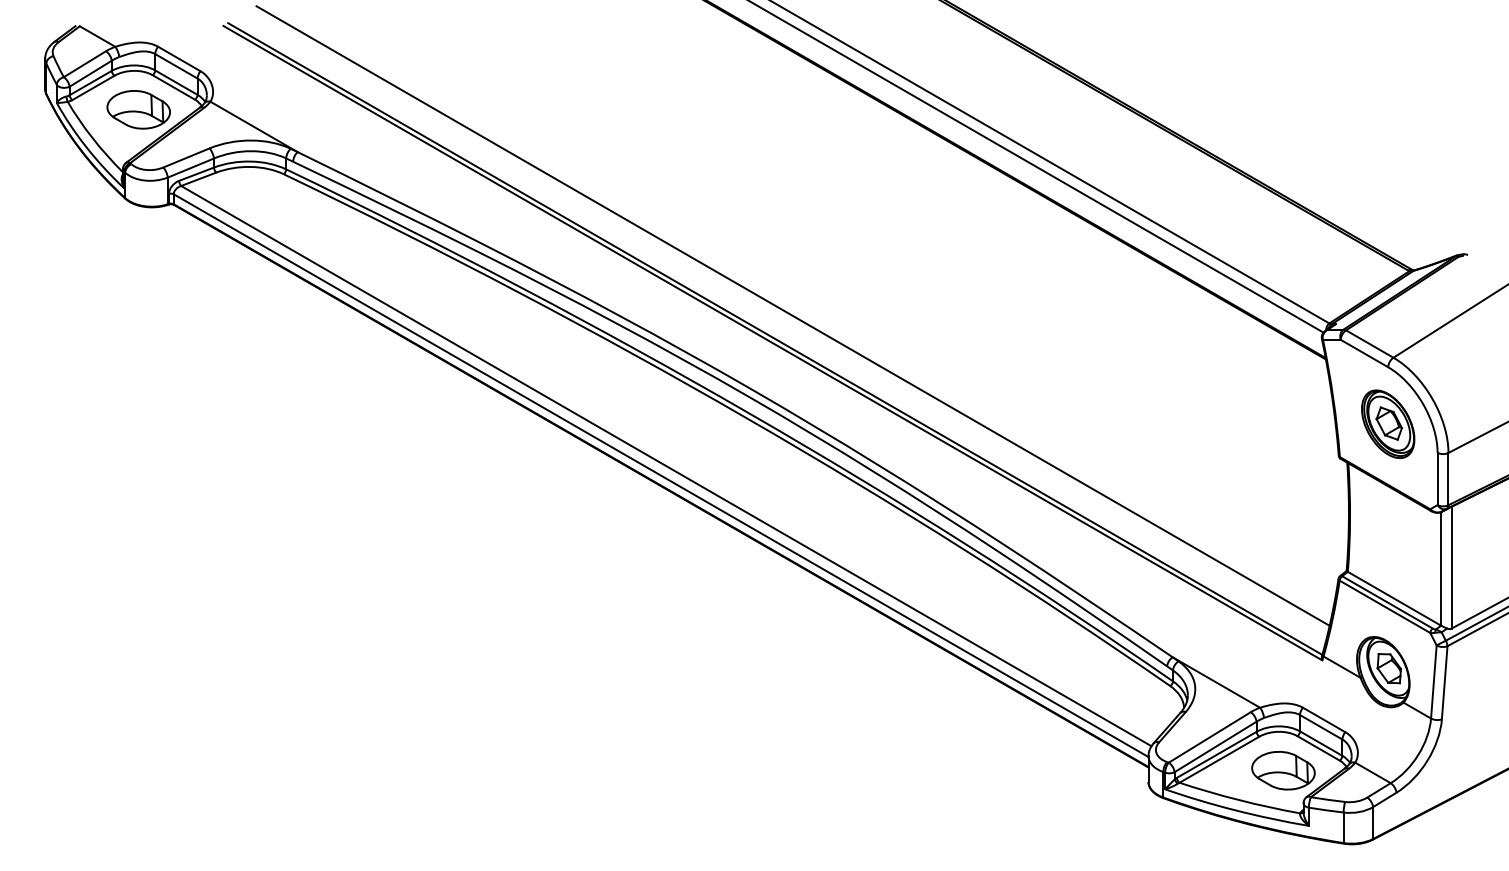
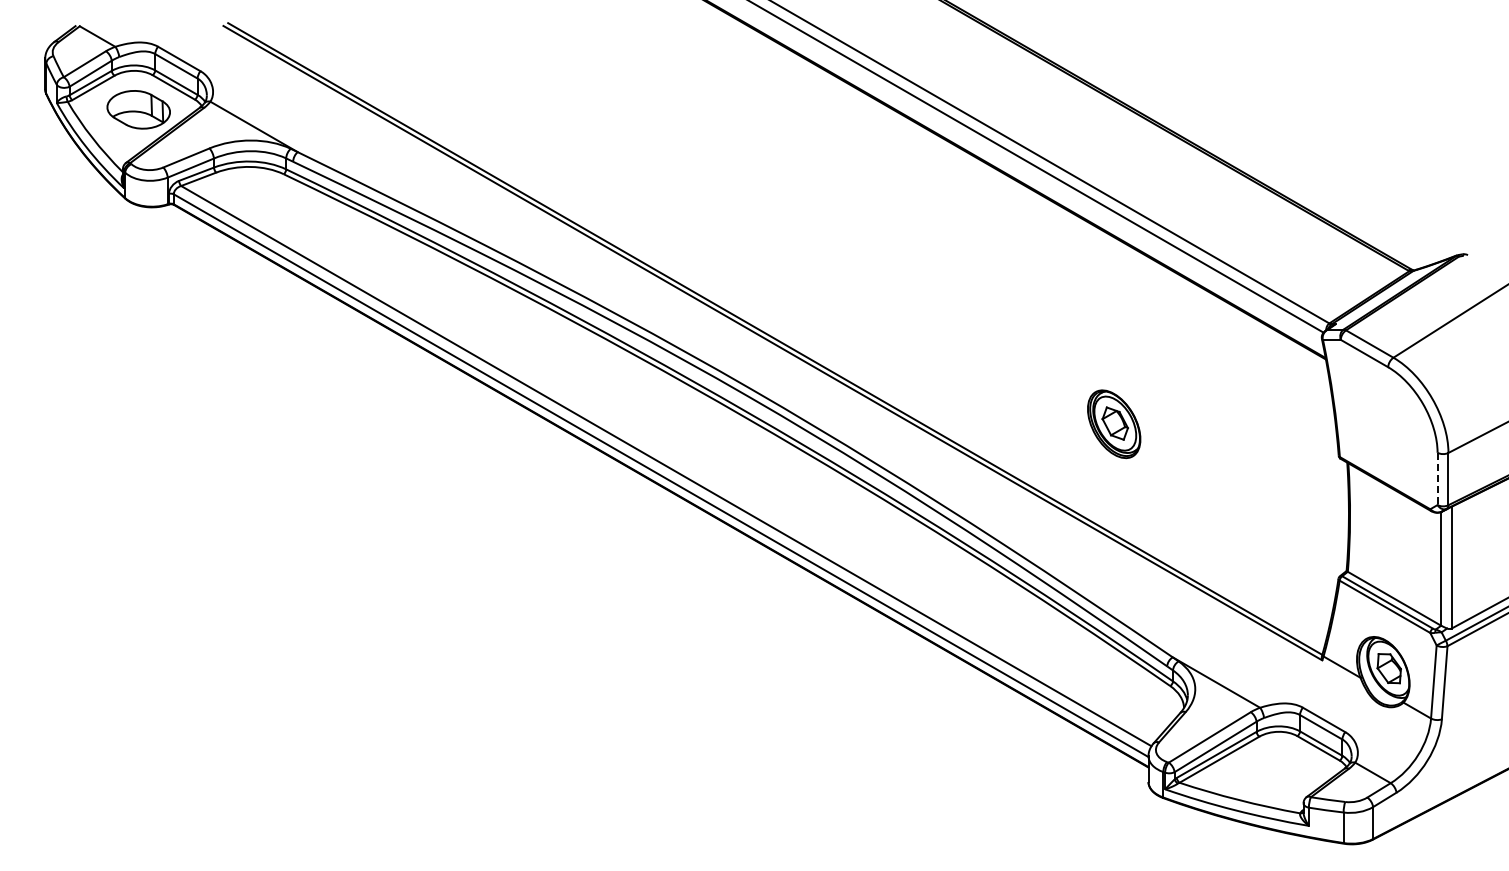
line at (792, 315): present -> none
part at (1388, 424) position: (1388, 424) -> (1114, 424)
line at (1437, 479): solid -> dashed
part at (1283, 770): present -> none
